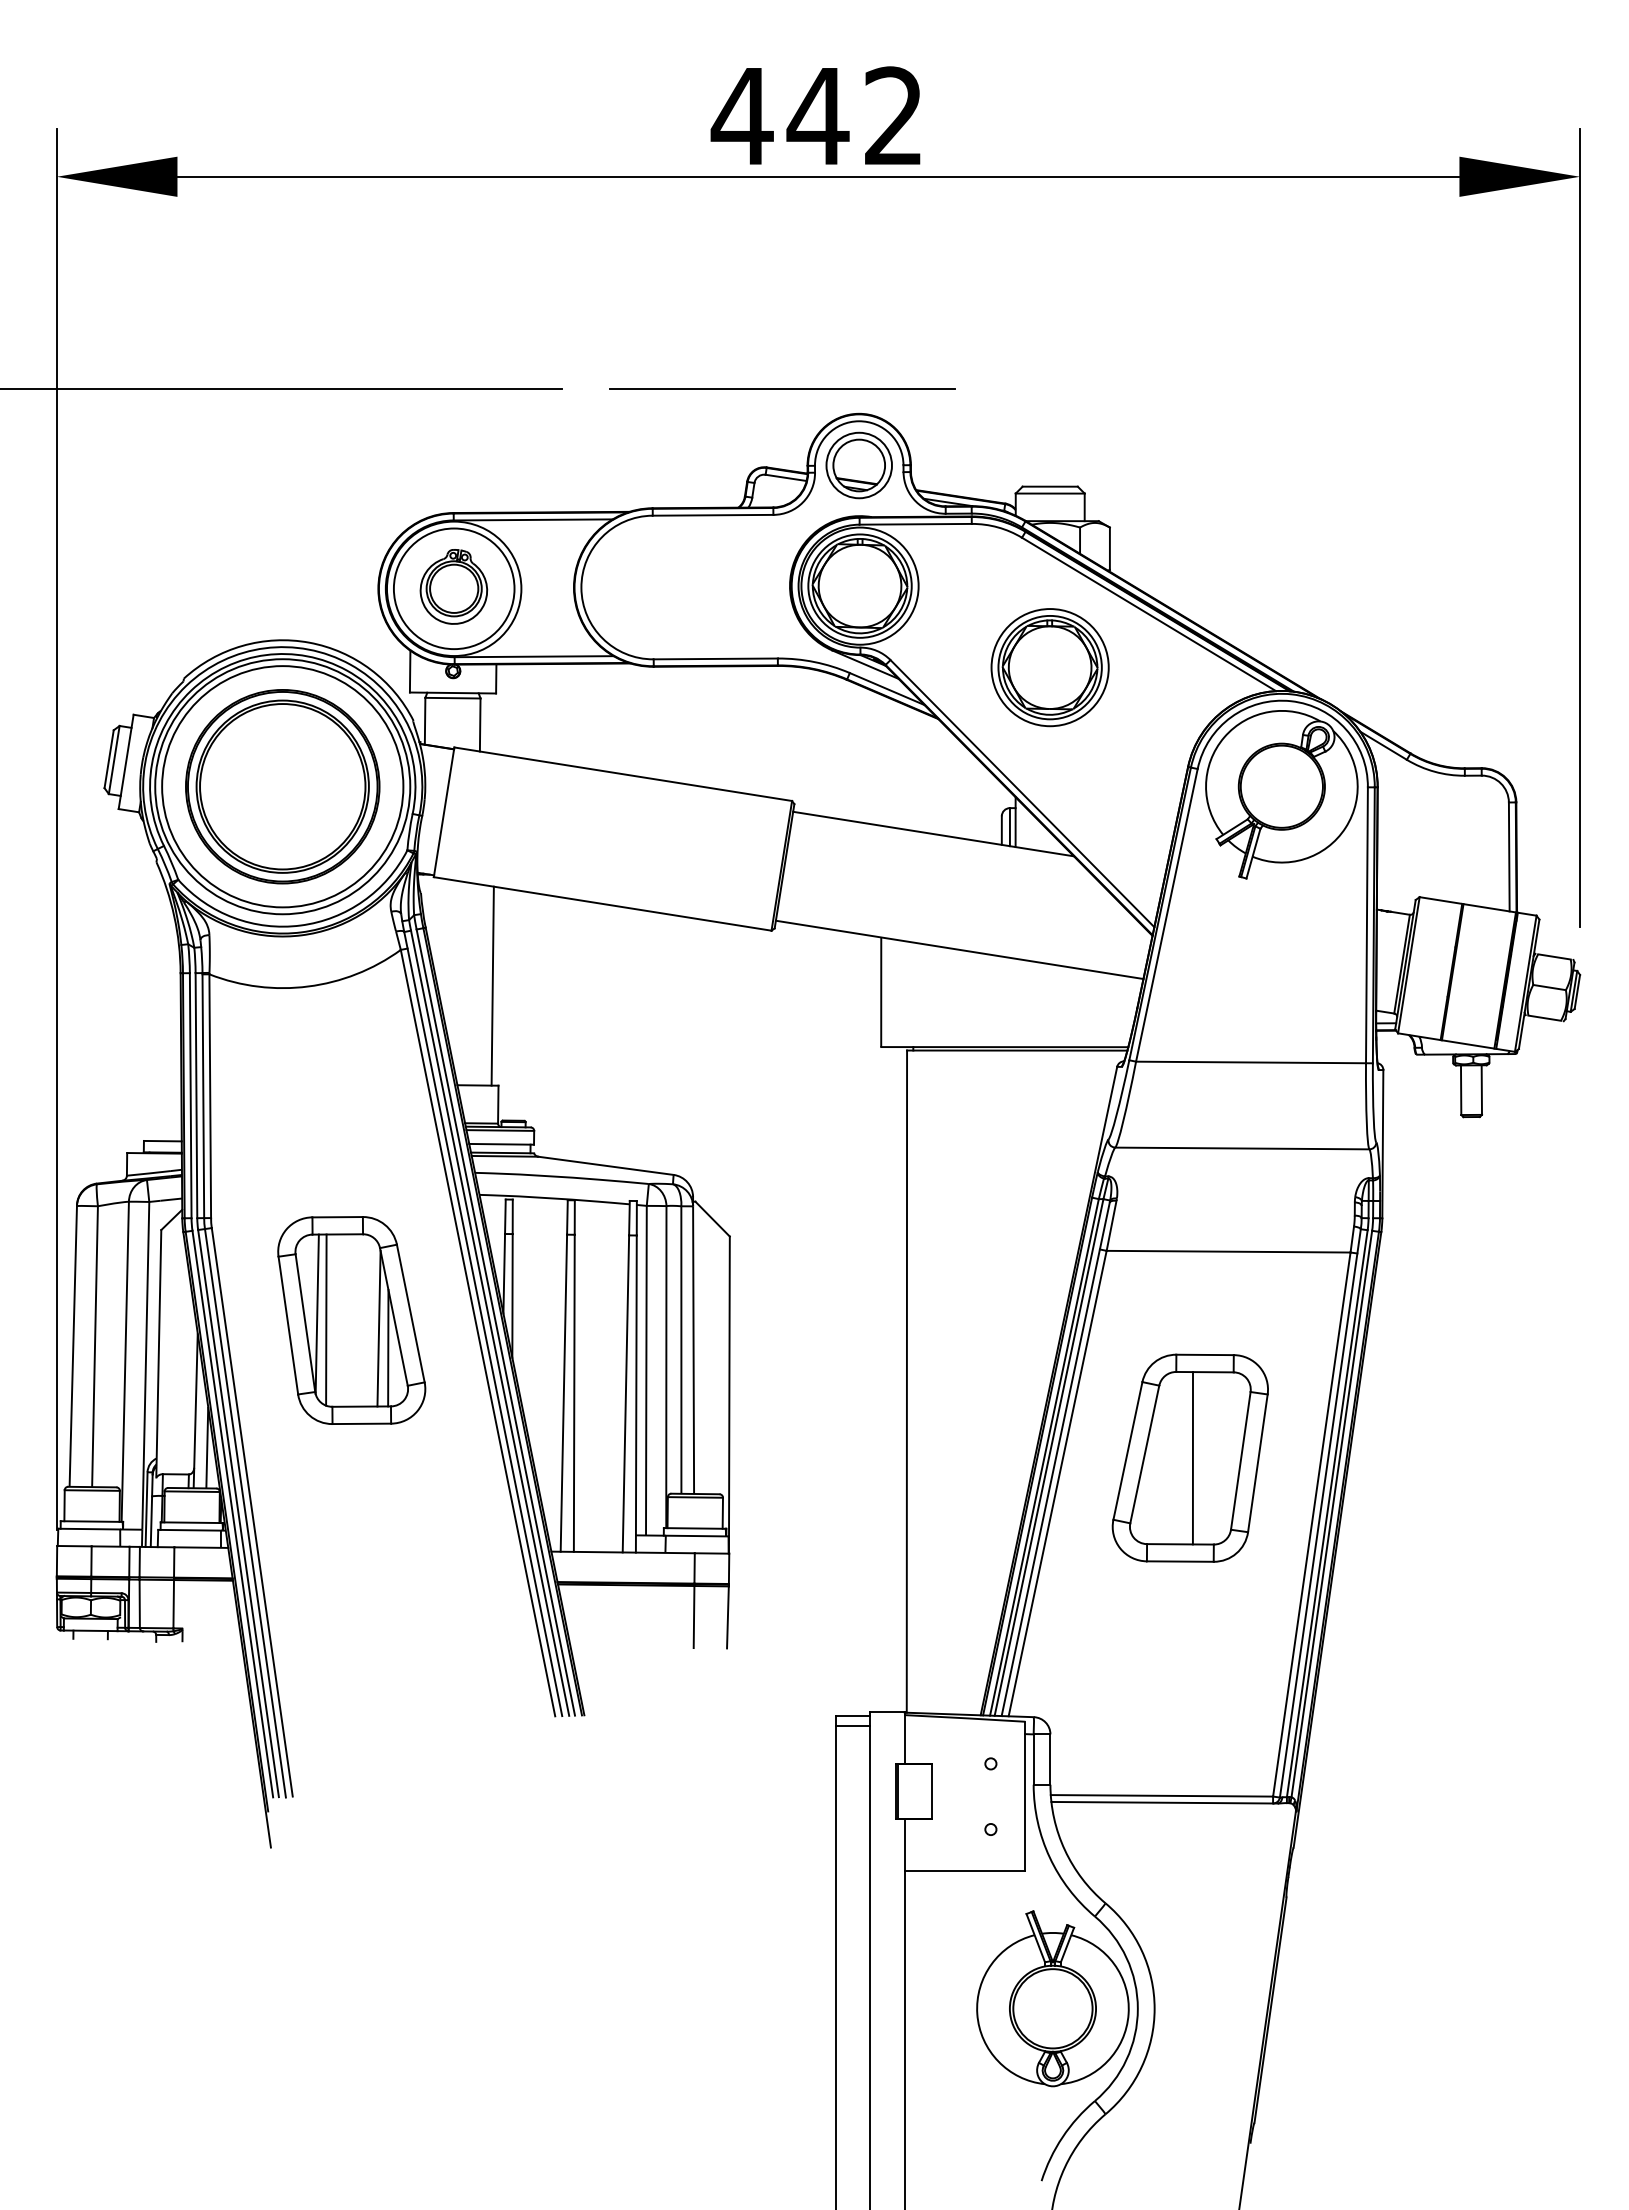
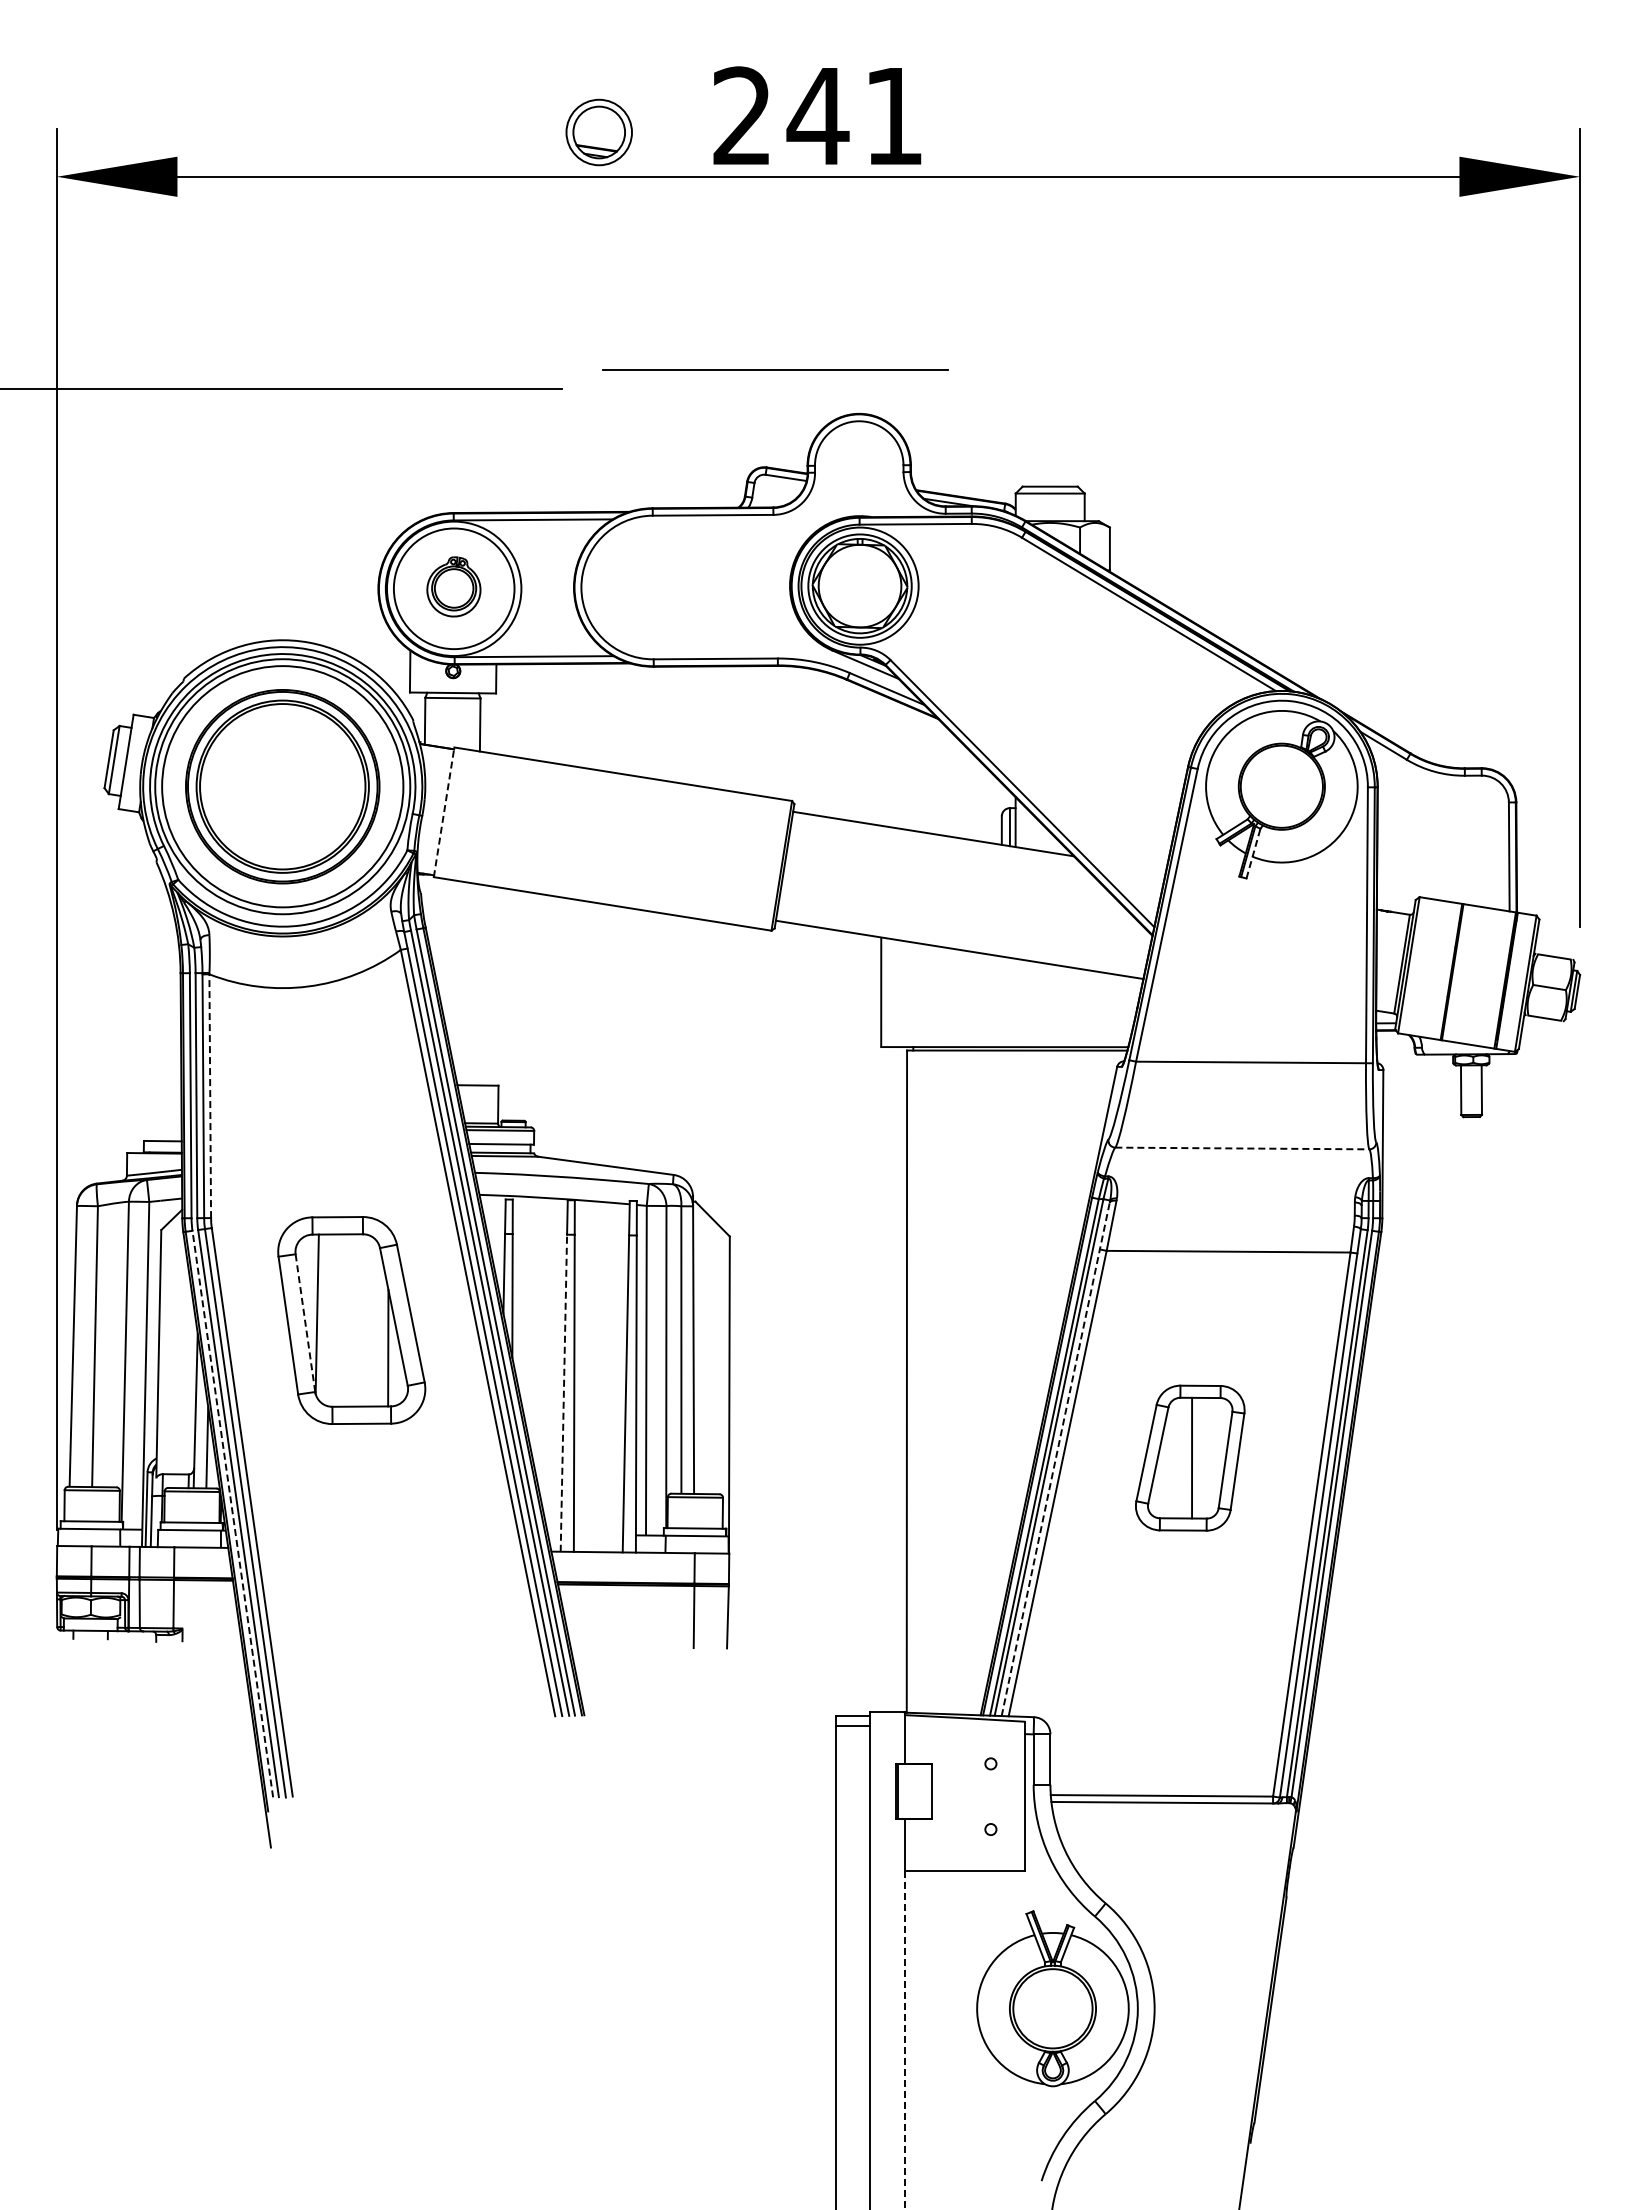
text at (815, 115): 442 -> 241
line at (782, 388) position: (782, 388) -> (775, 369)
part at (858, 465) position: (858, 465) -> (598, 132)
part at (453, 586) size: 70x76 px -> 56x62 px
part at (1049, 667): present -> none
line at (444, 812): solid -> dashed
line at (1253, 853): solid -> dashed
line at (492, 985): present -> none
line at (210, 1096): solid -> dashed
line at (1242, 1148): solid -> dashed
line at (326, 1319): present -> none
line at (305, 1323): solid -> dashed
line at (378, 1328): present -> none
line at (563, 1393): solid -> dashed
part at (1189, 1457) size: 158x210 px -> 111x148 px
line at (1055, 1458): solid -> dashed
line at (232, 1513): solid -> dashed
line at (904, 2040): solid -> dashed
